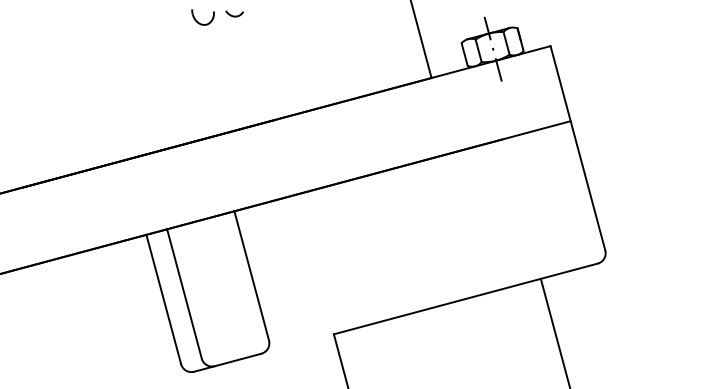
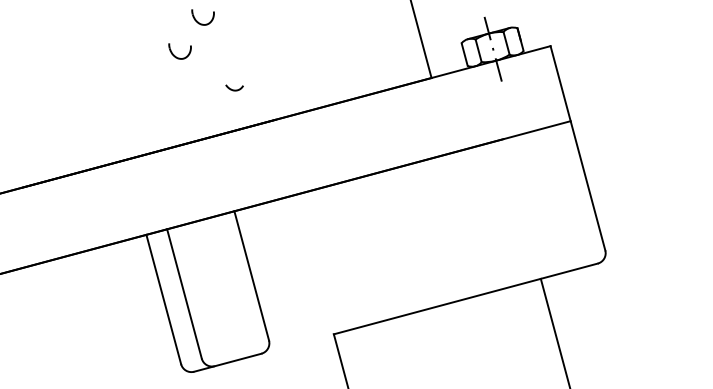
curve at (234, 15) position: (234, 15) -> (234, 89)
part at (179, 51): none -> present
